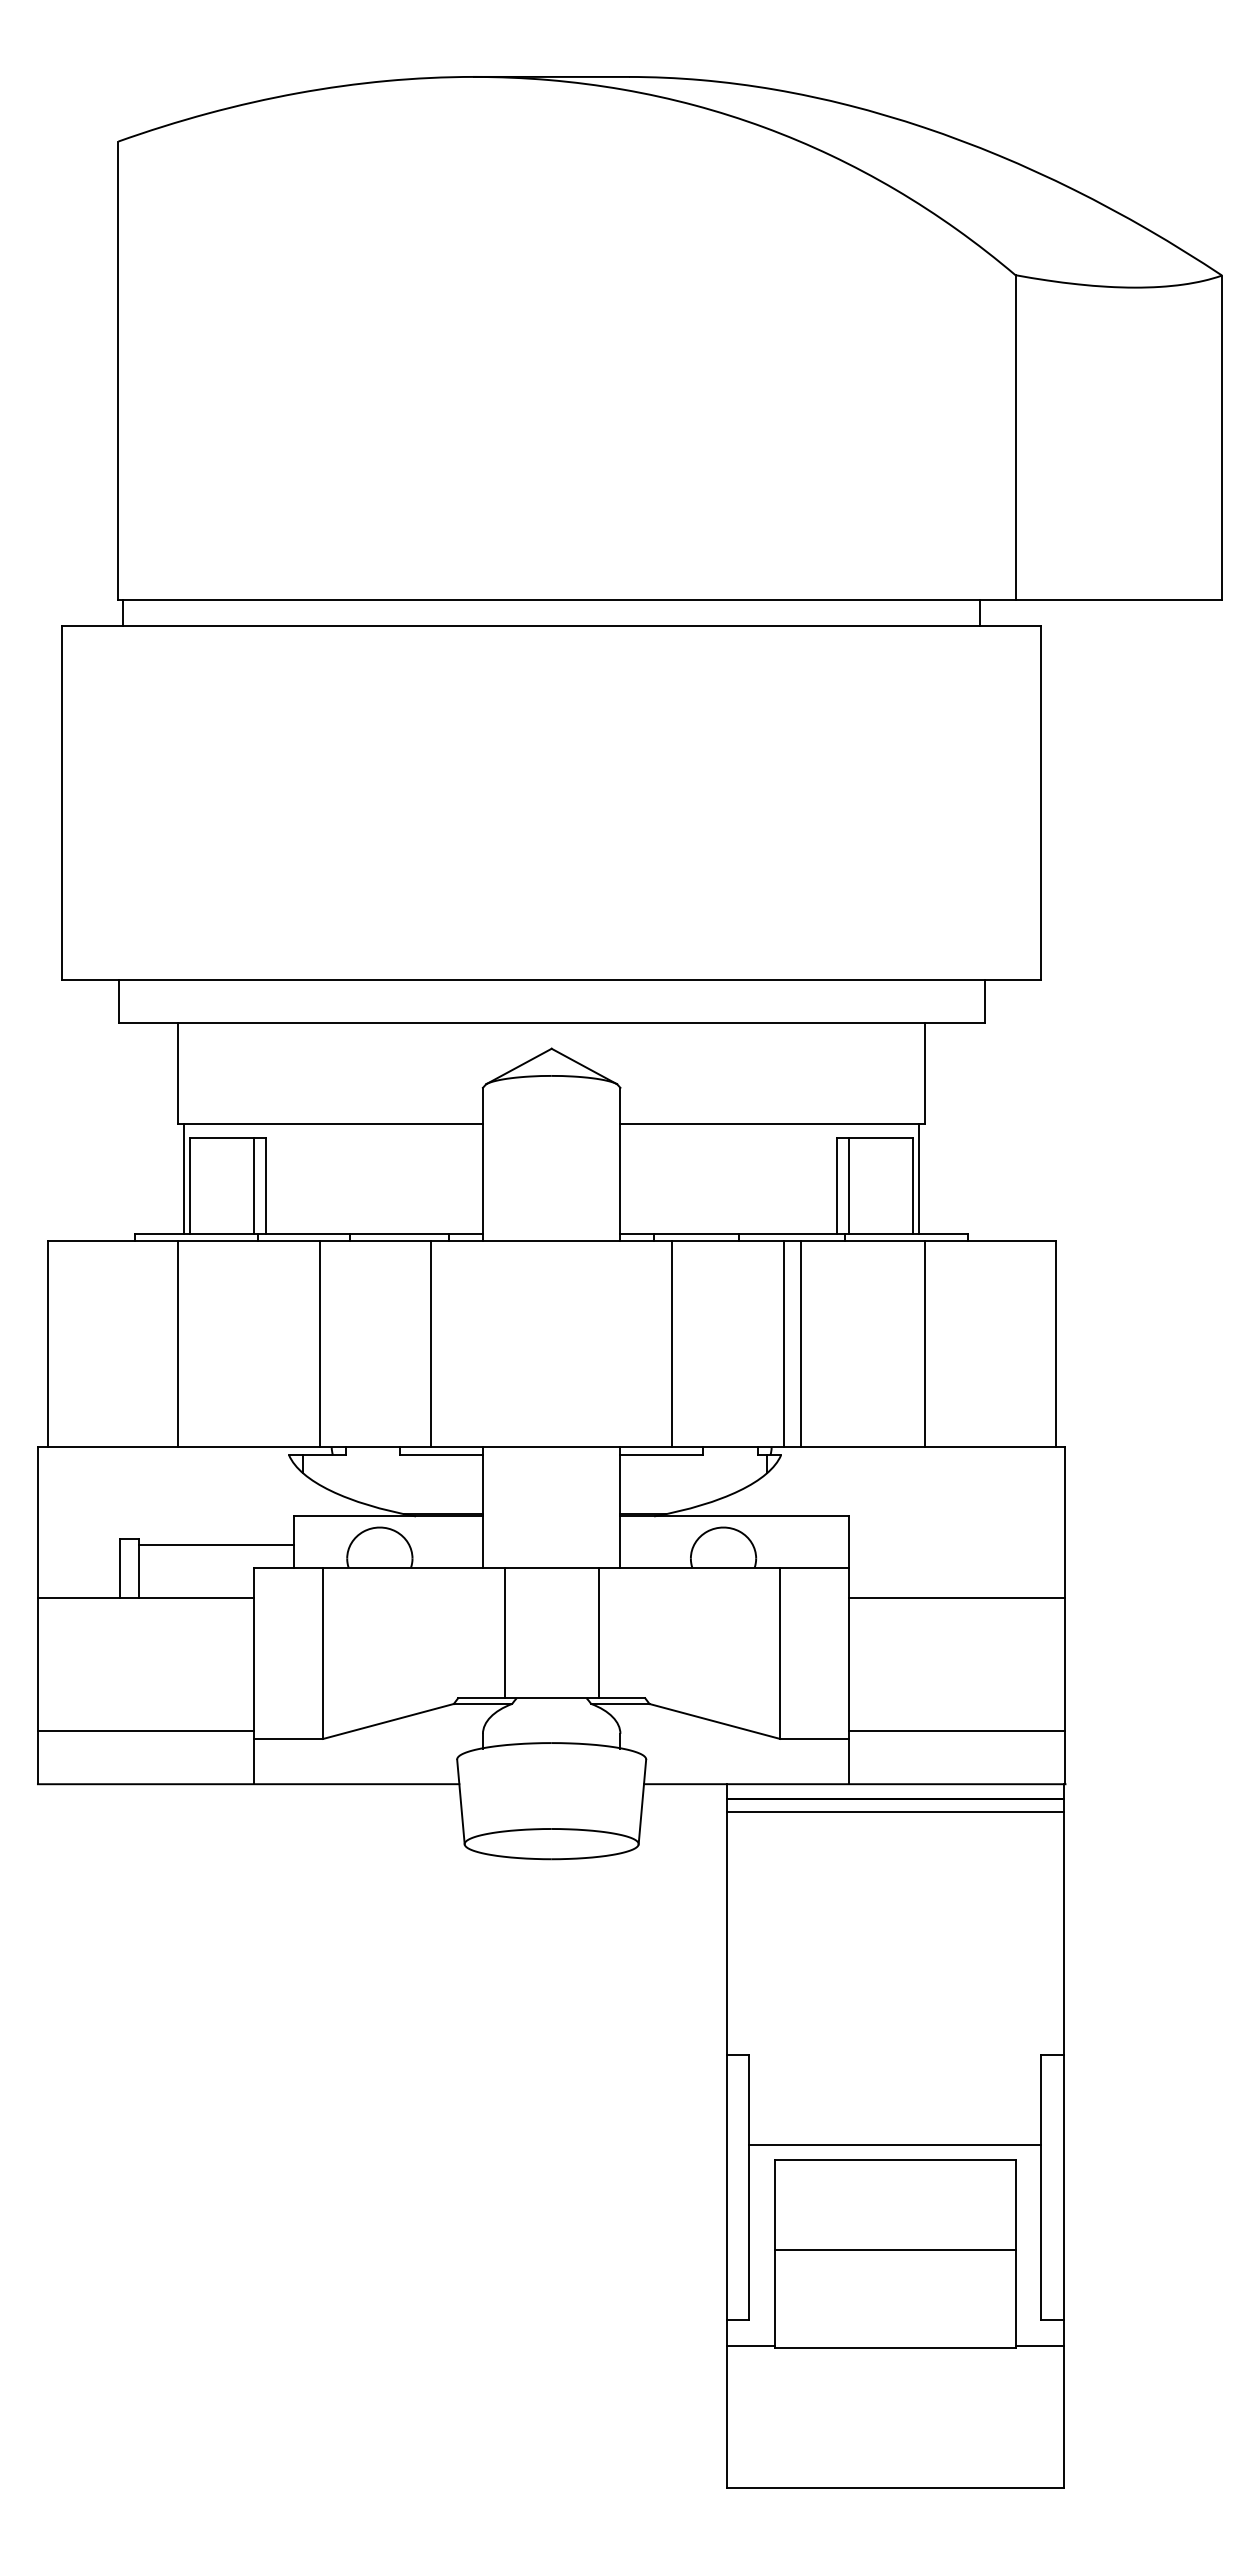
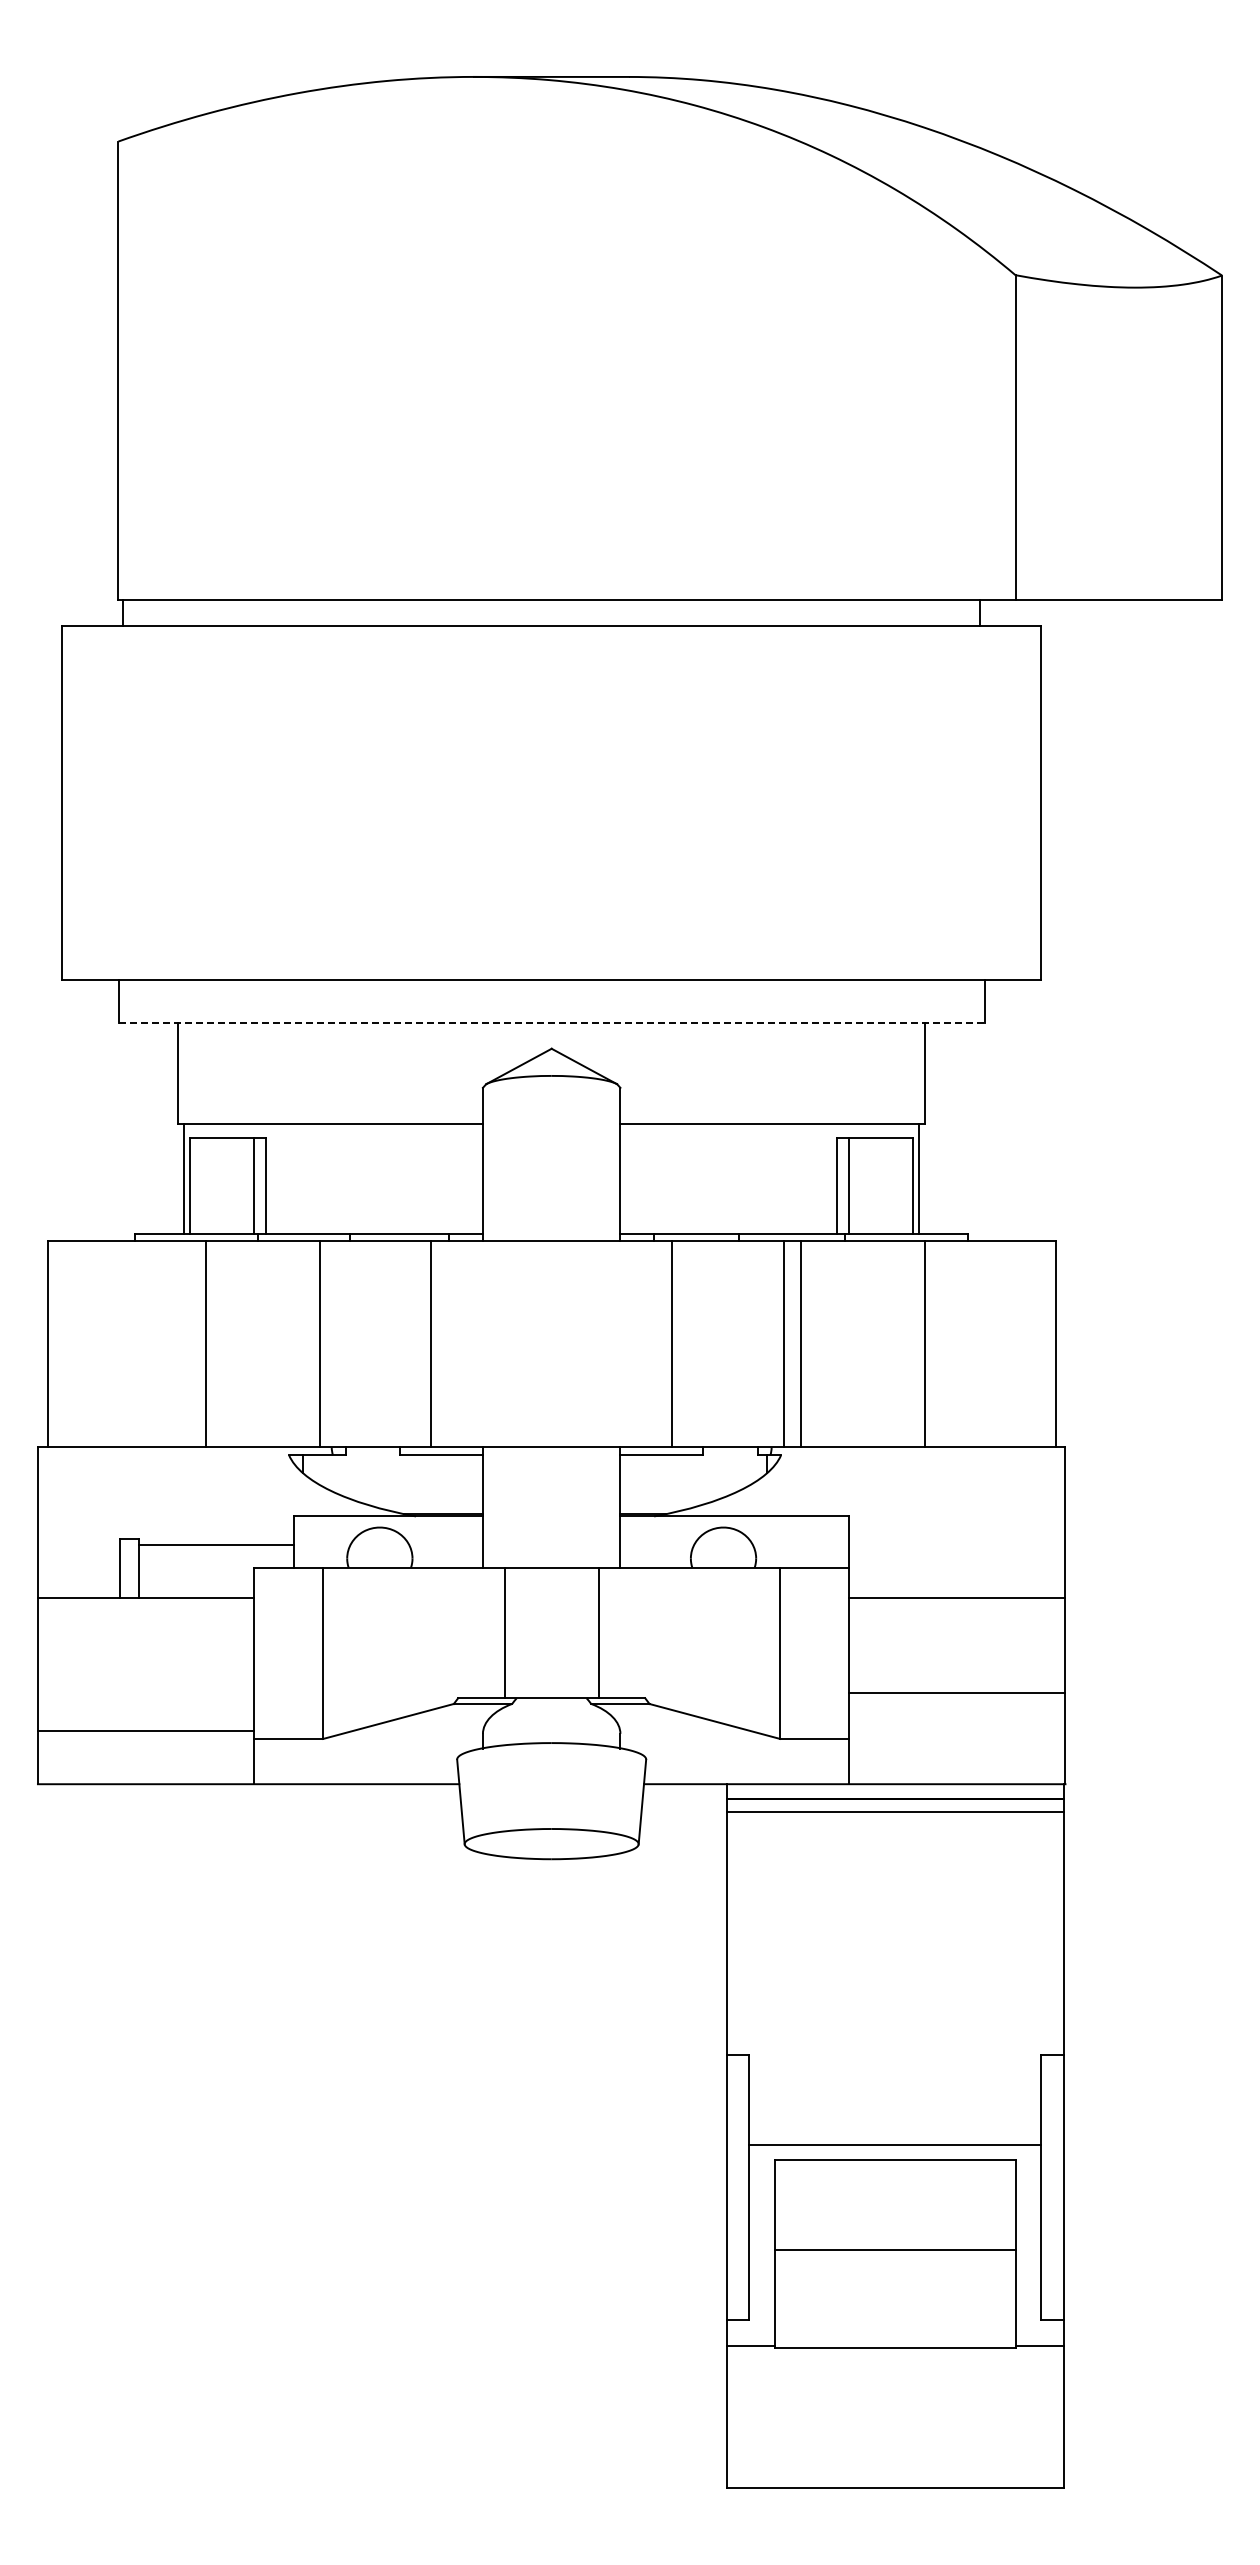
line at (552, 1023): solid -> dashed
line at (178, 1344) position: (178, 1344) -> (206, 1344)
line at (956, 1730) position: (956, 1730) -> (956, 1692)
